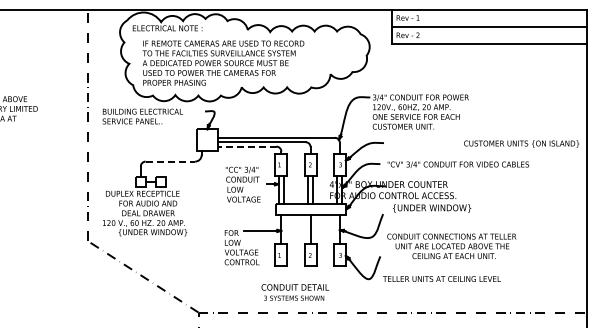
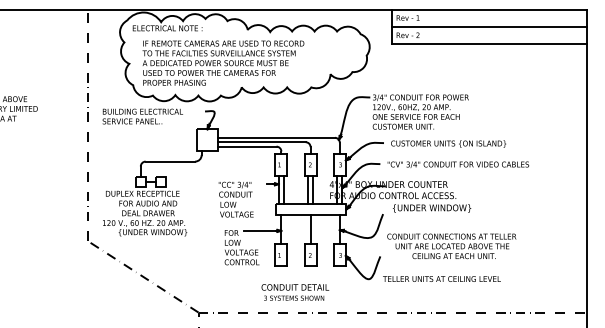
text at (521, 143) position: (521, 143) -> (448, 143)
line at (246, 146): dashed -> solid
line at (170, 161): dashed -> solid
text at (242, 184) position: (242, 184) -> (235, 199)
